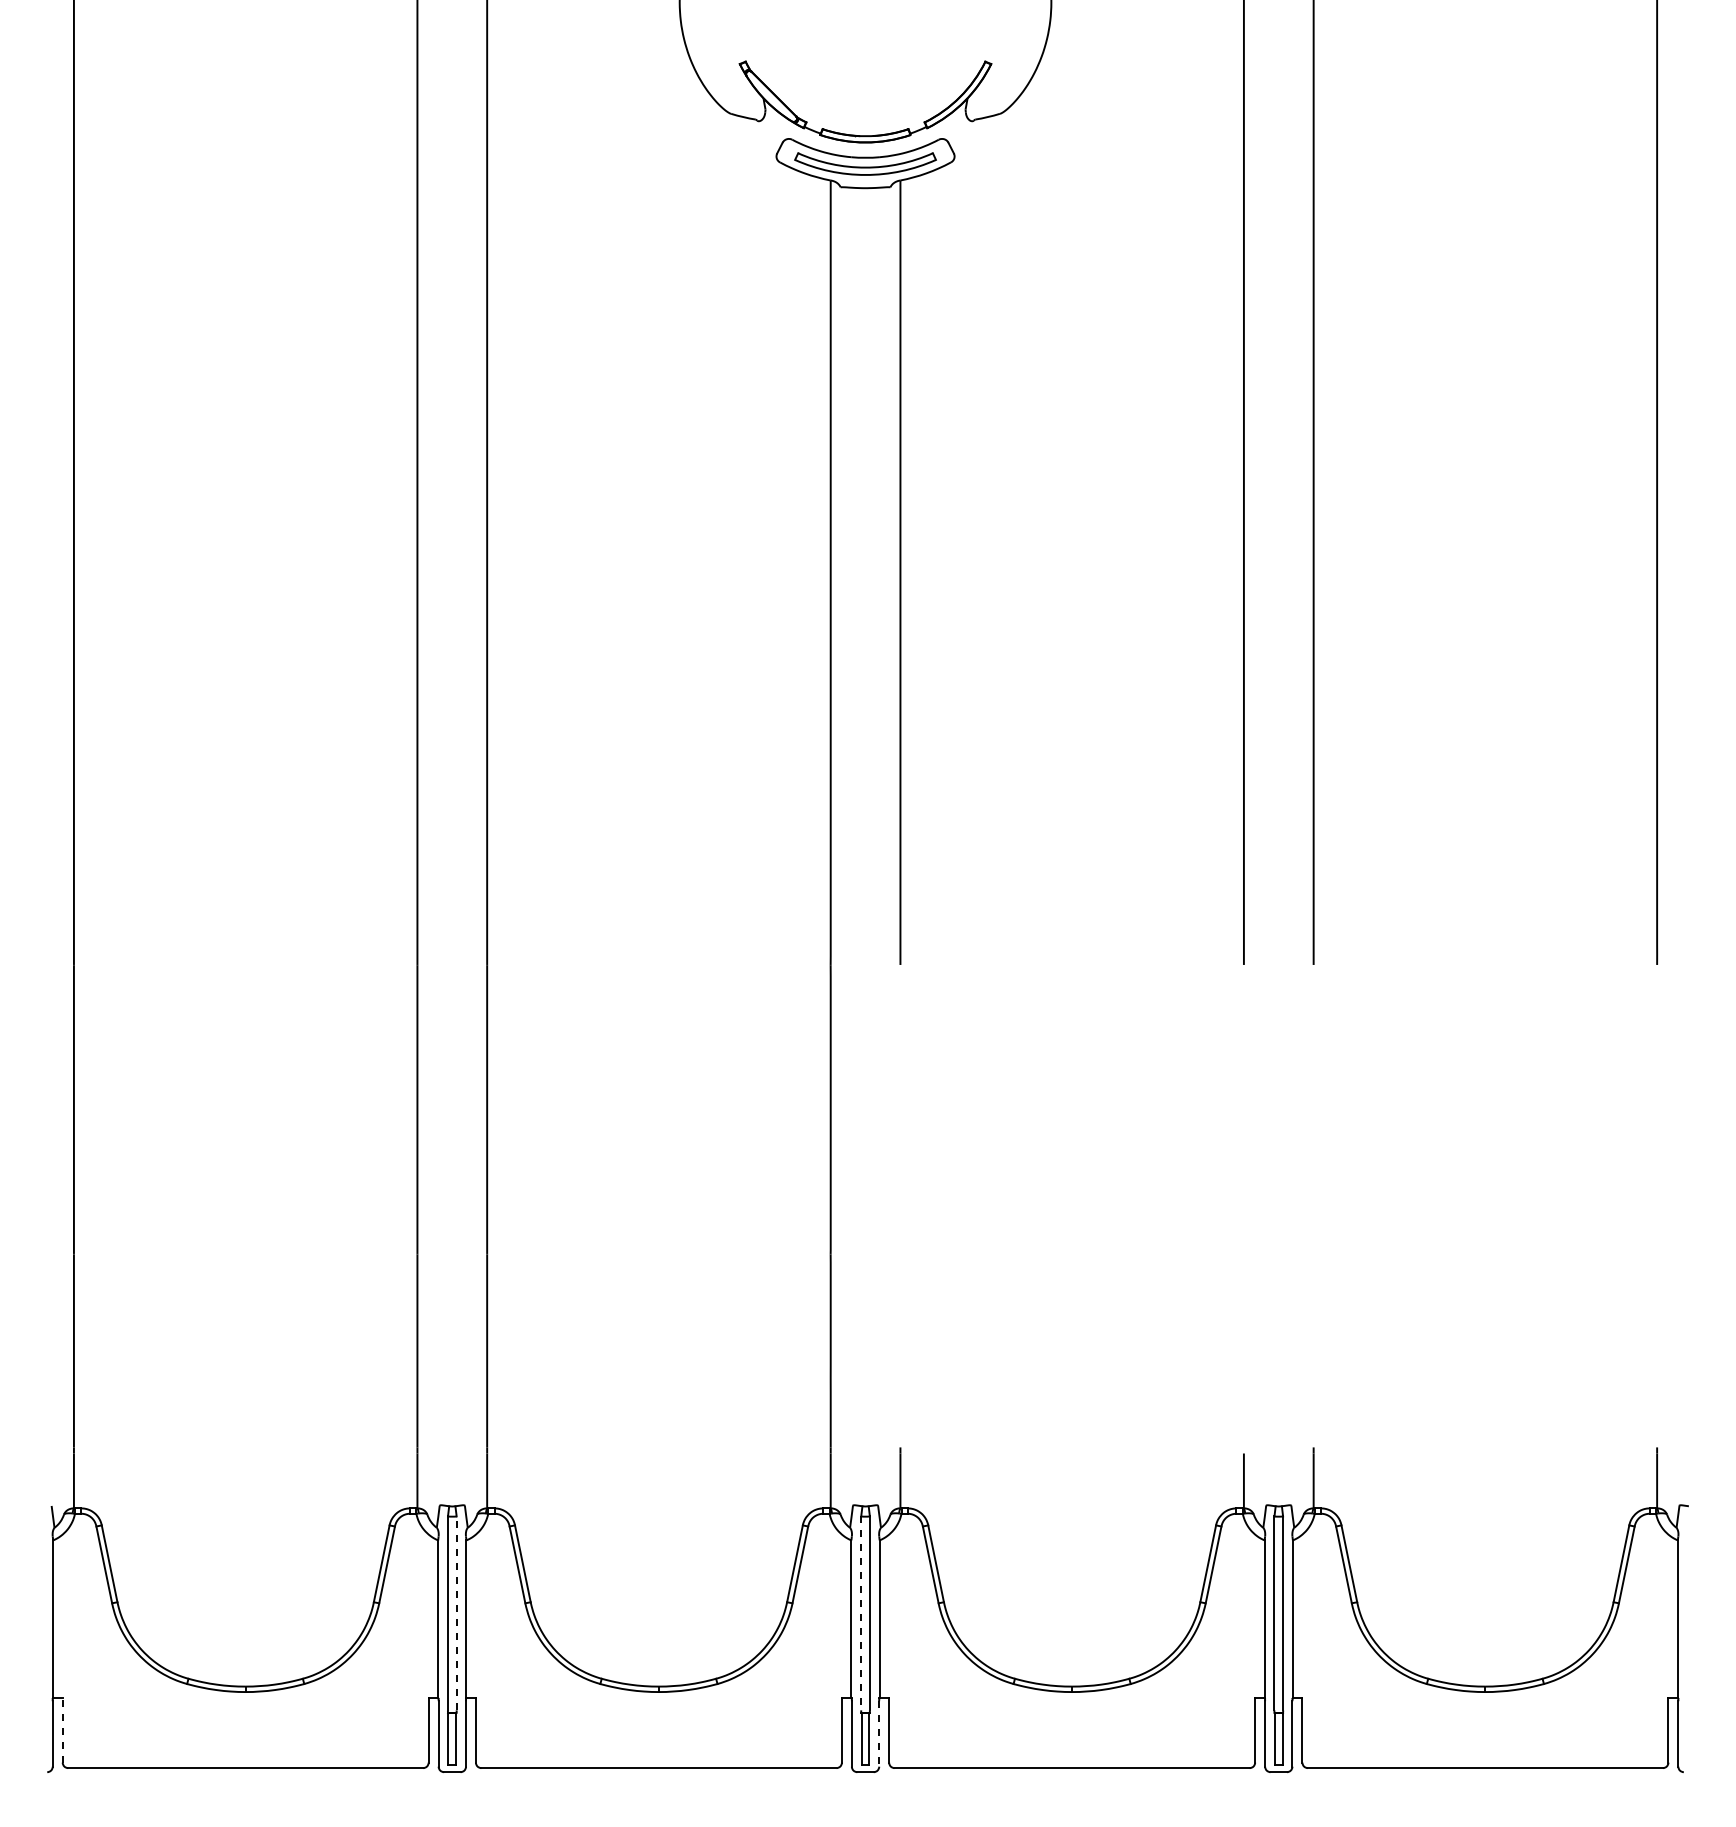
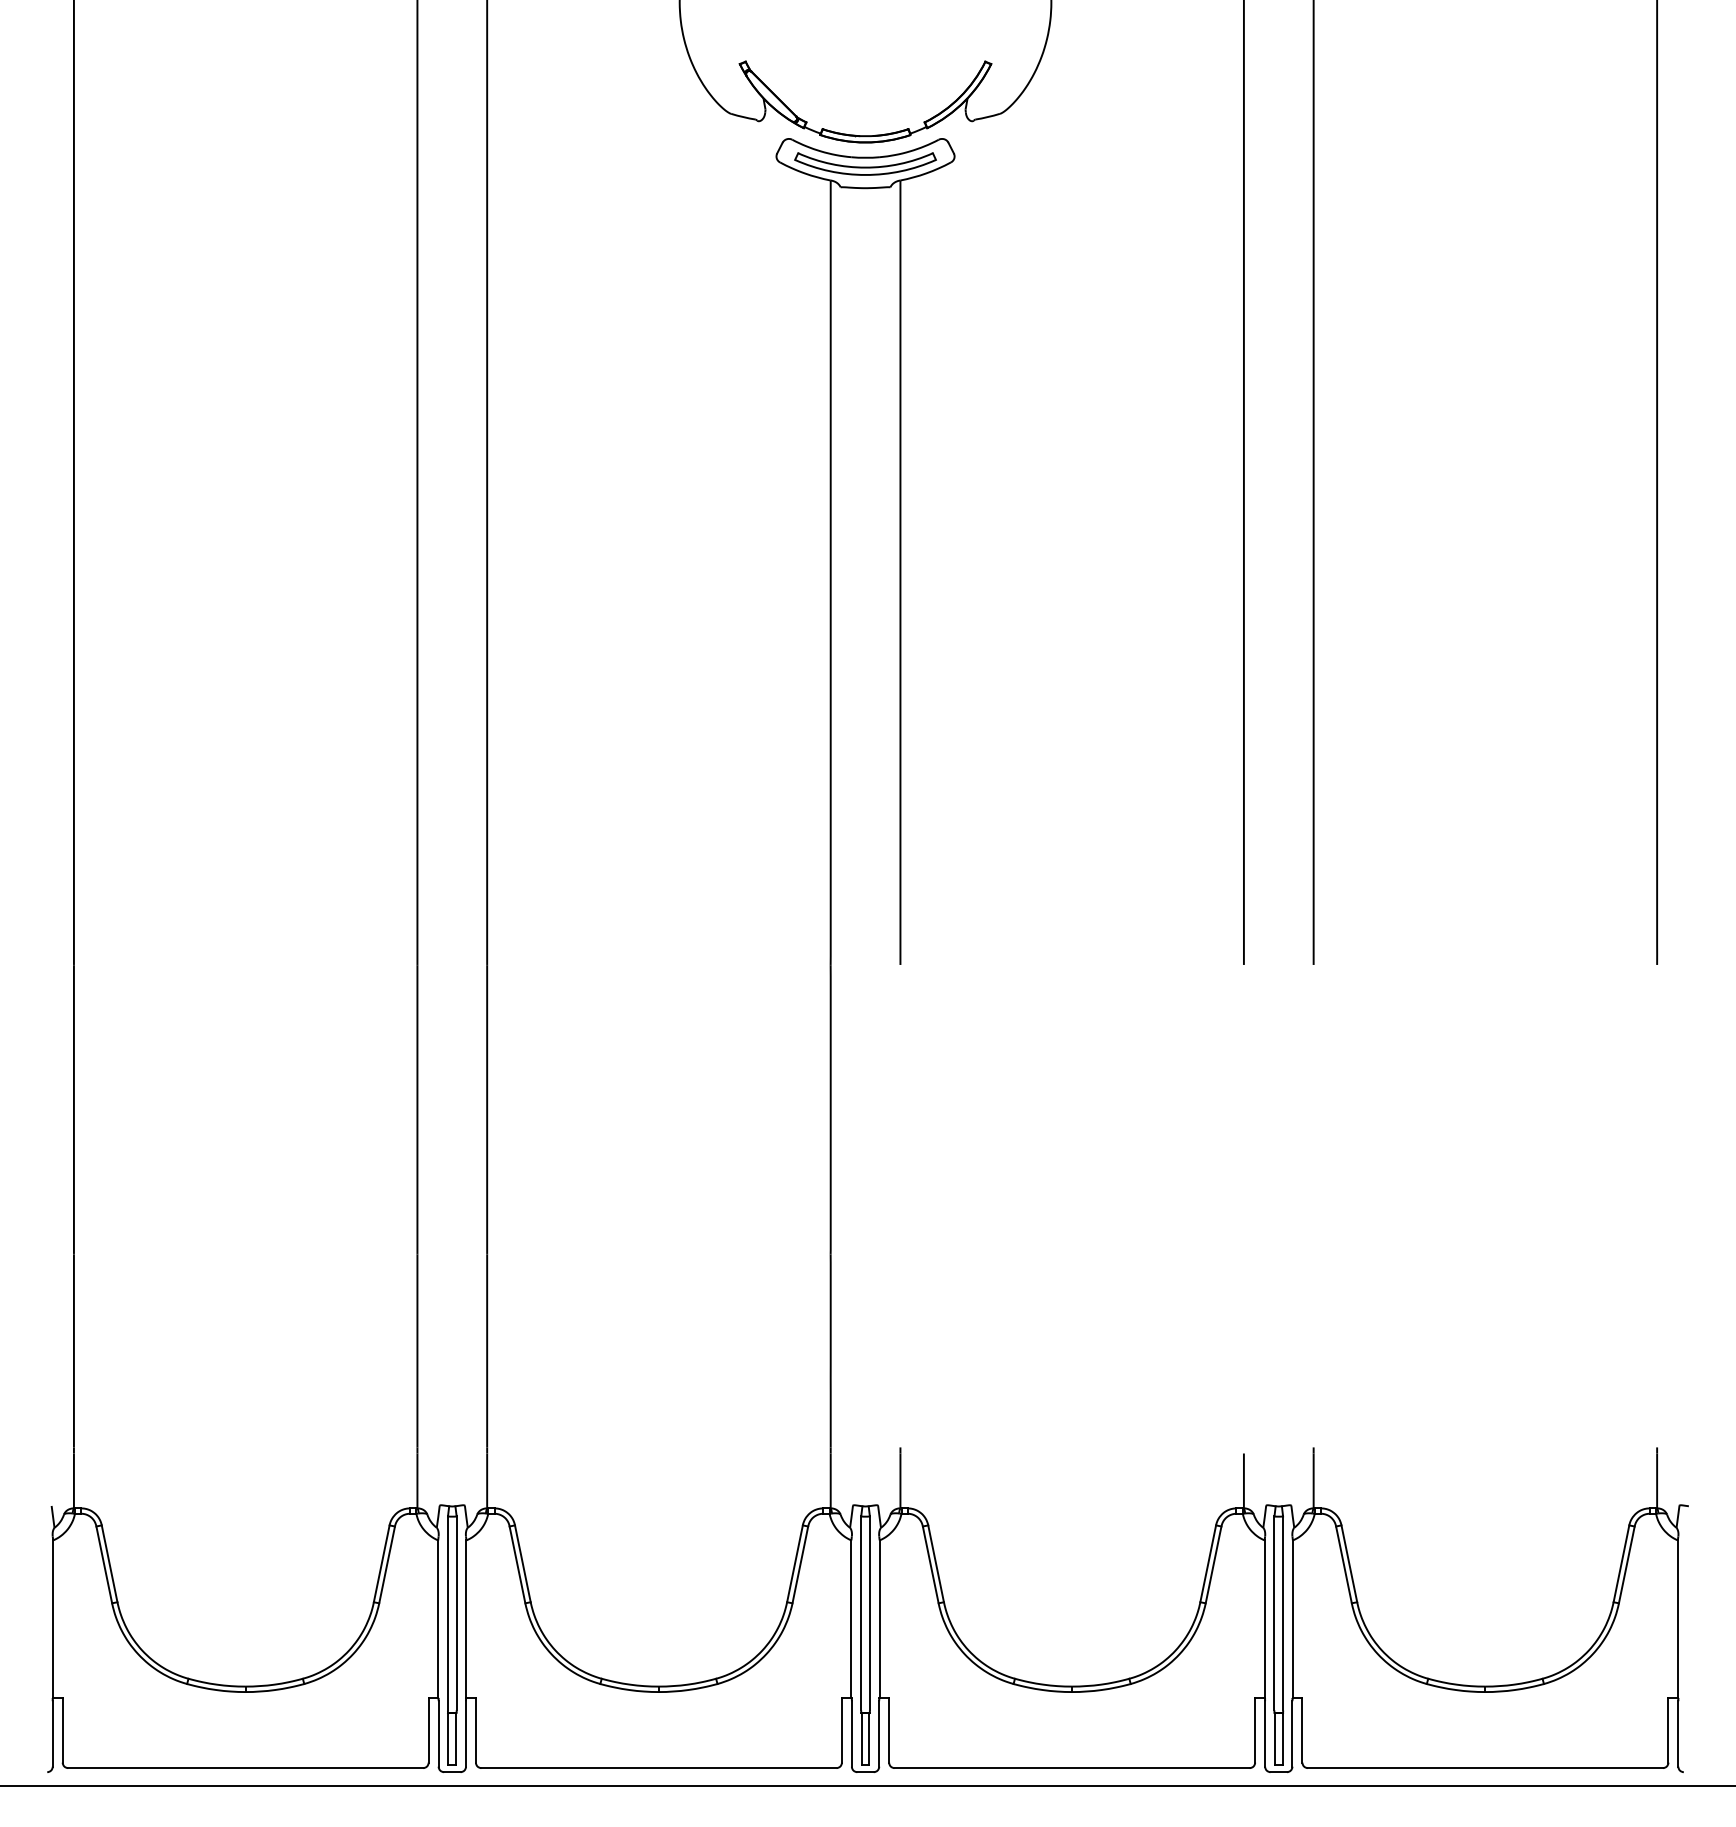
line at (456, 1613): dashed -> solid
line at (861, 1613): dashed -> solid
line at (62, 1730): dashed -> solid
line at (879, 1733): dashed -> solid
line at (867, 1786): none -> present
